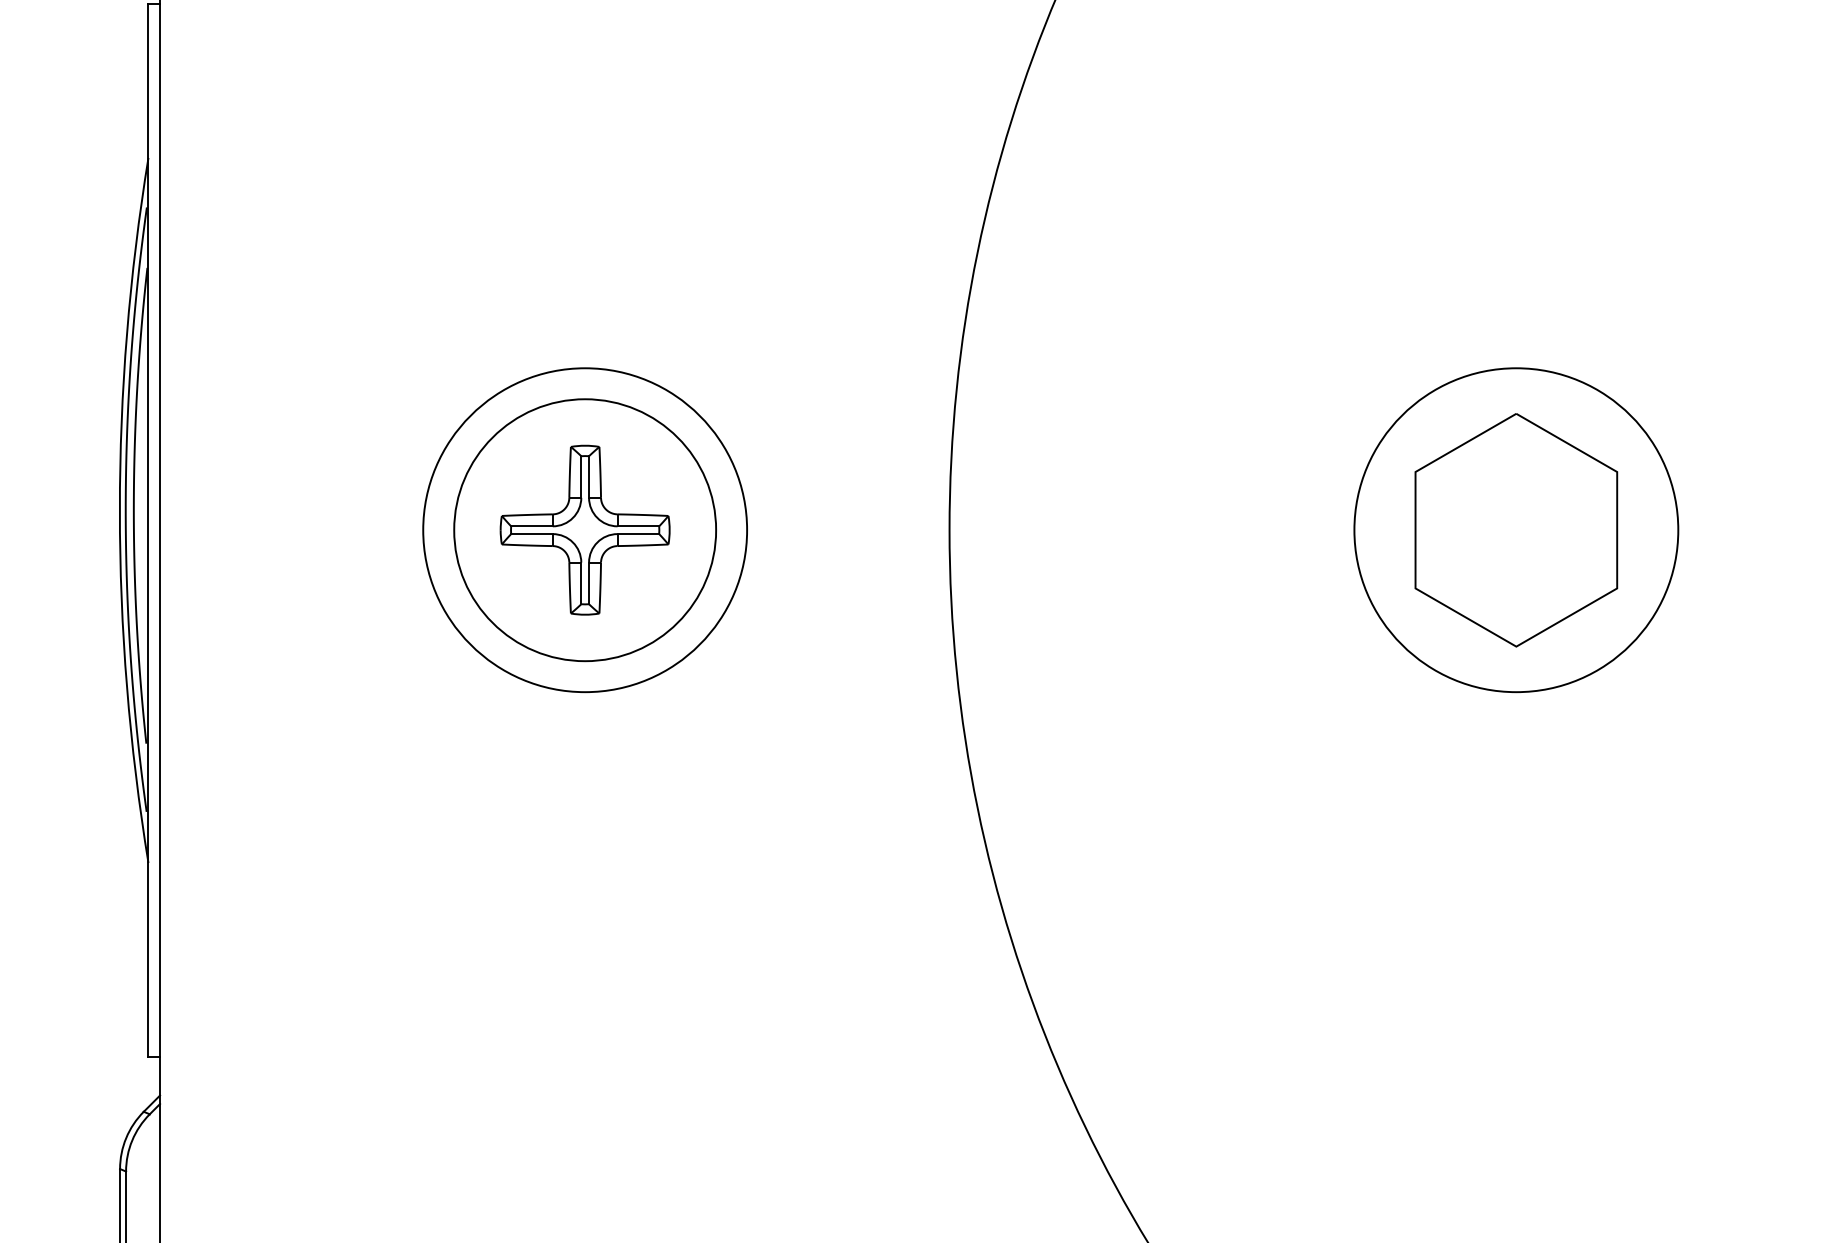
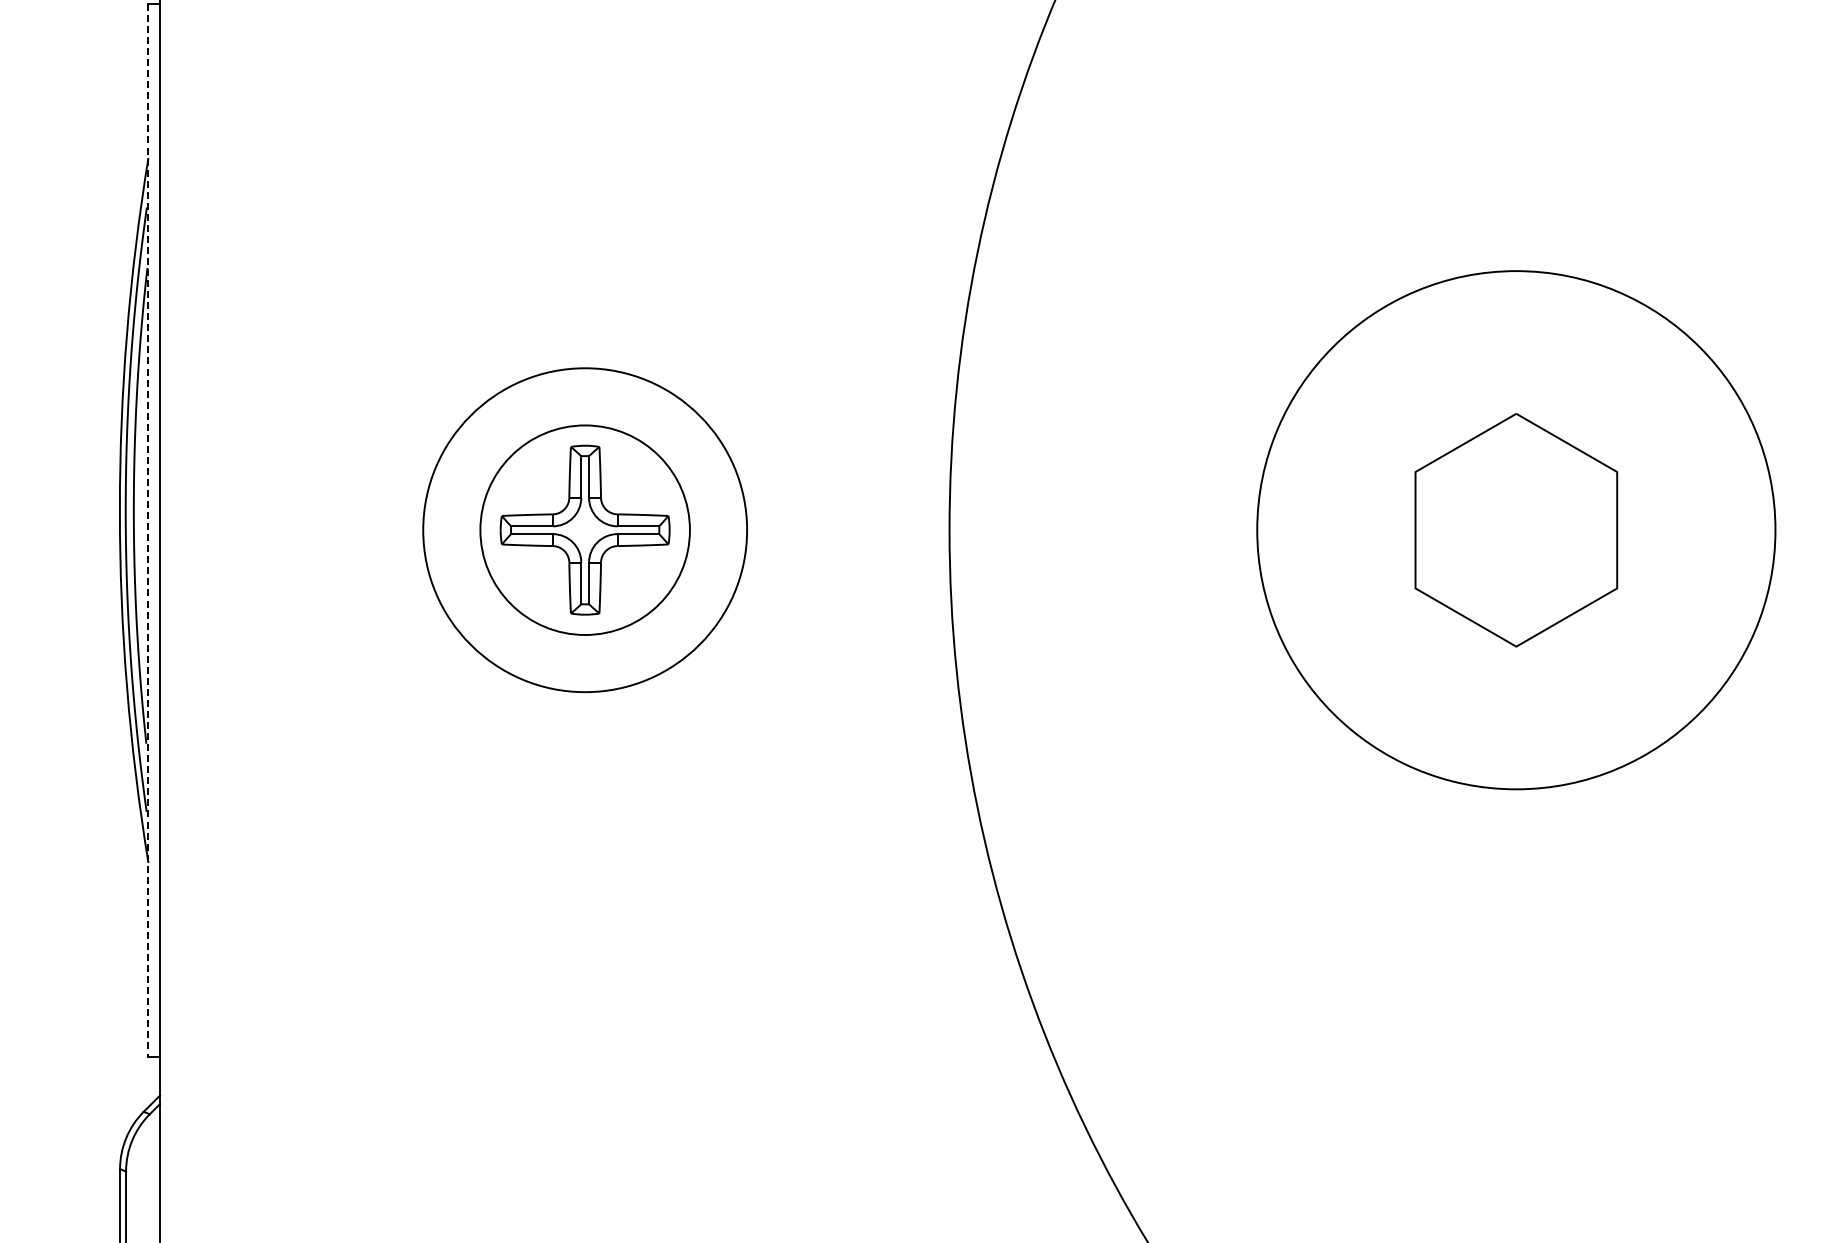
line at (148, 530): solid -> dashed
circle at (585, 530) diameter: 262 px -> 210 px
circle at (1516, 530) diameter: 324 px -> 518 px
